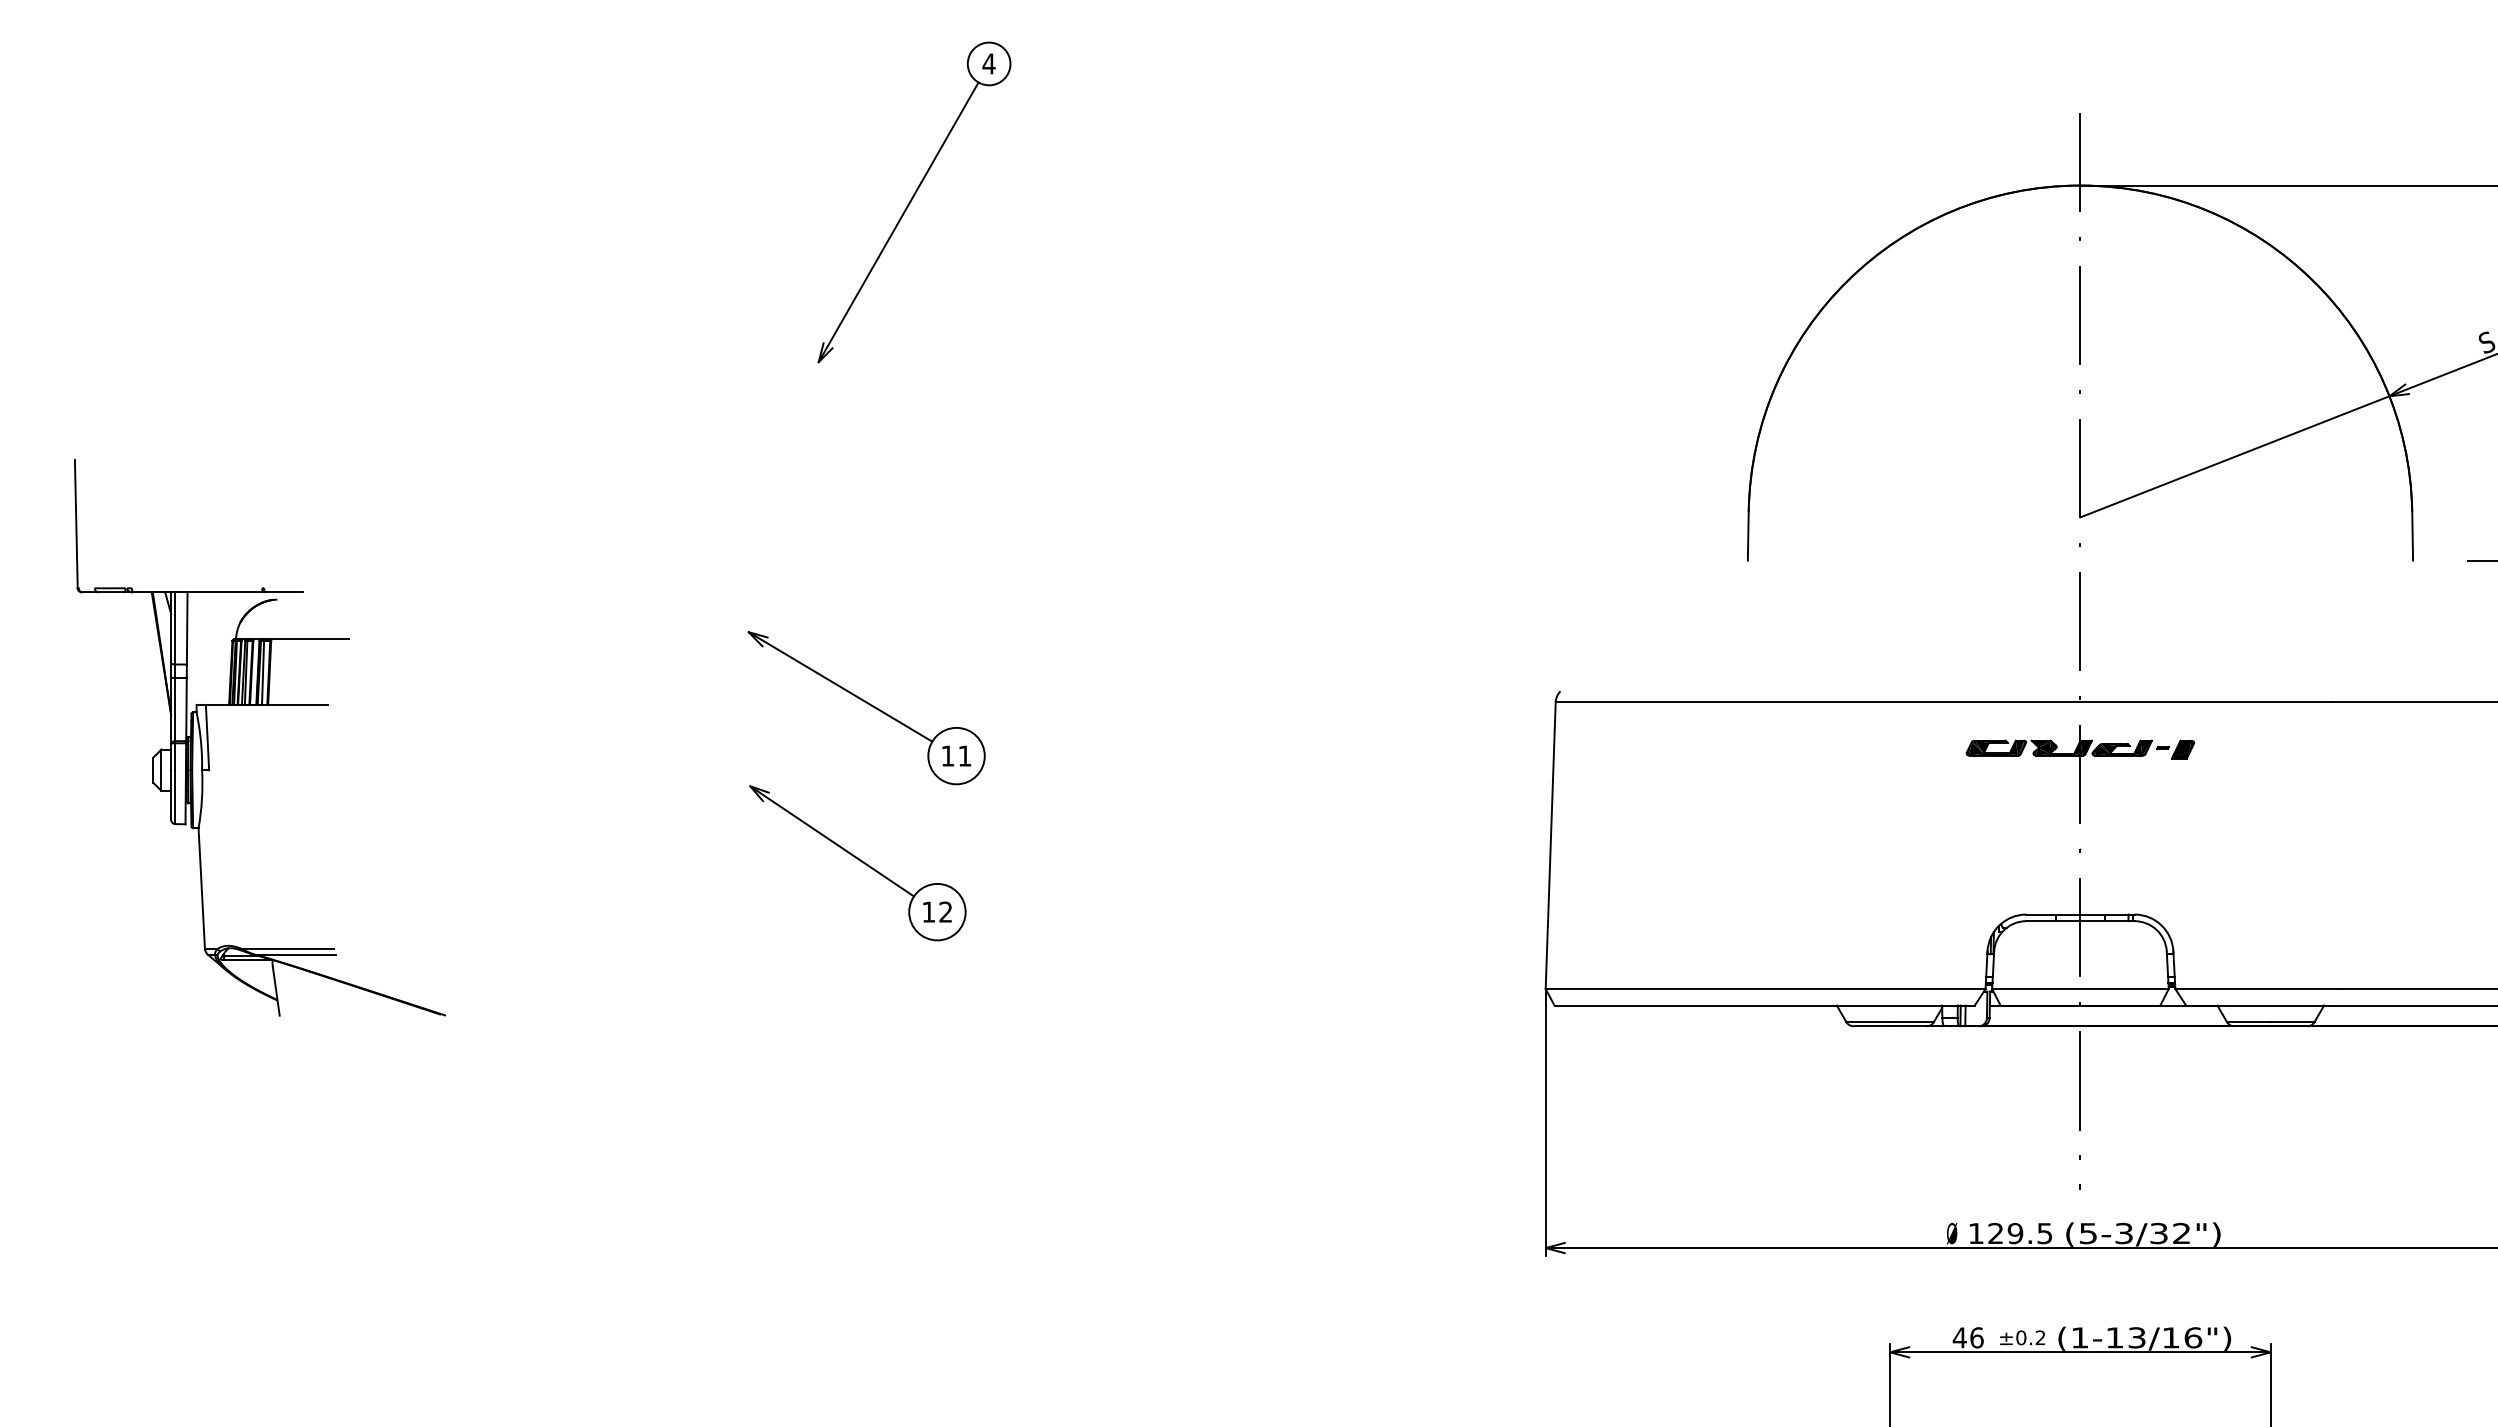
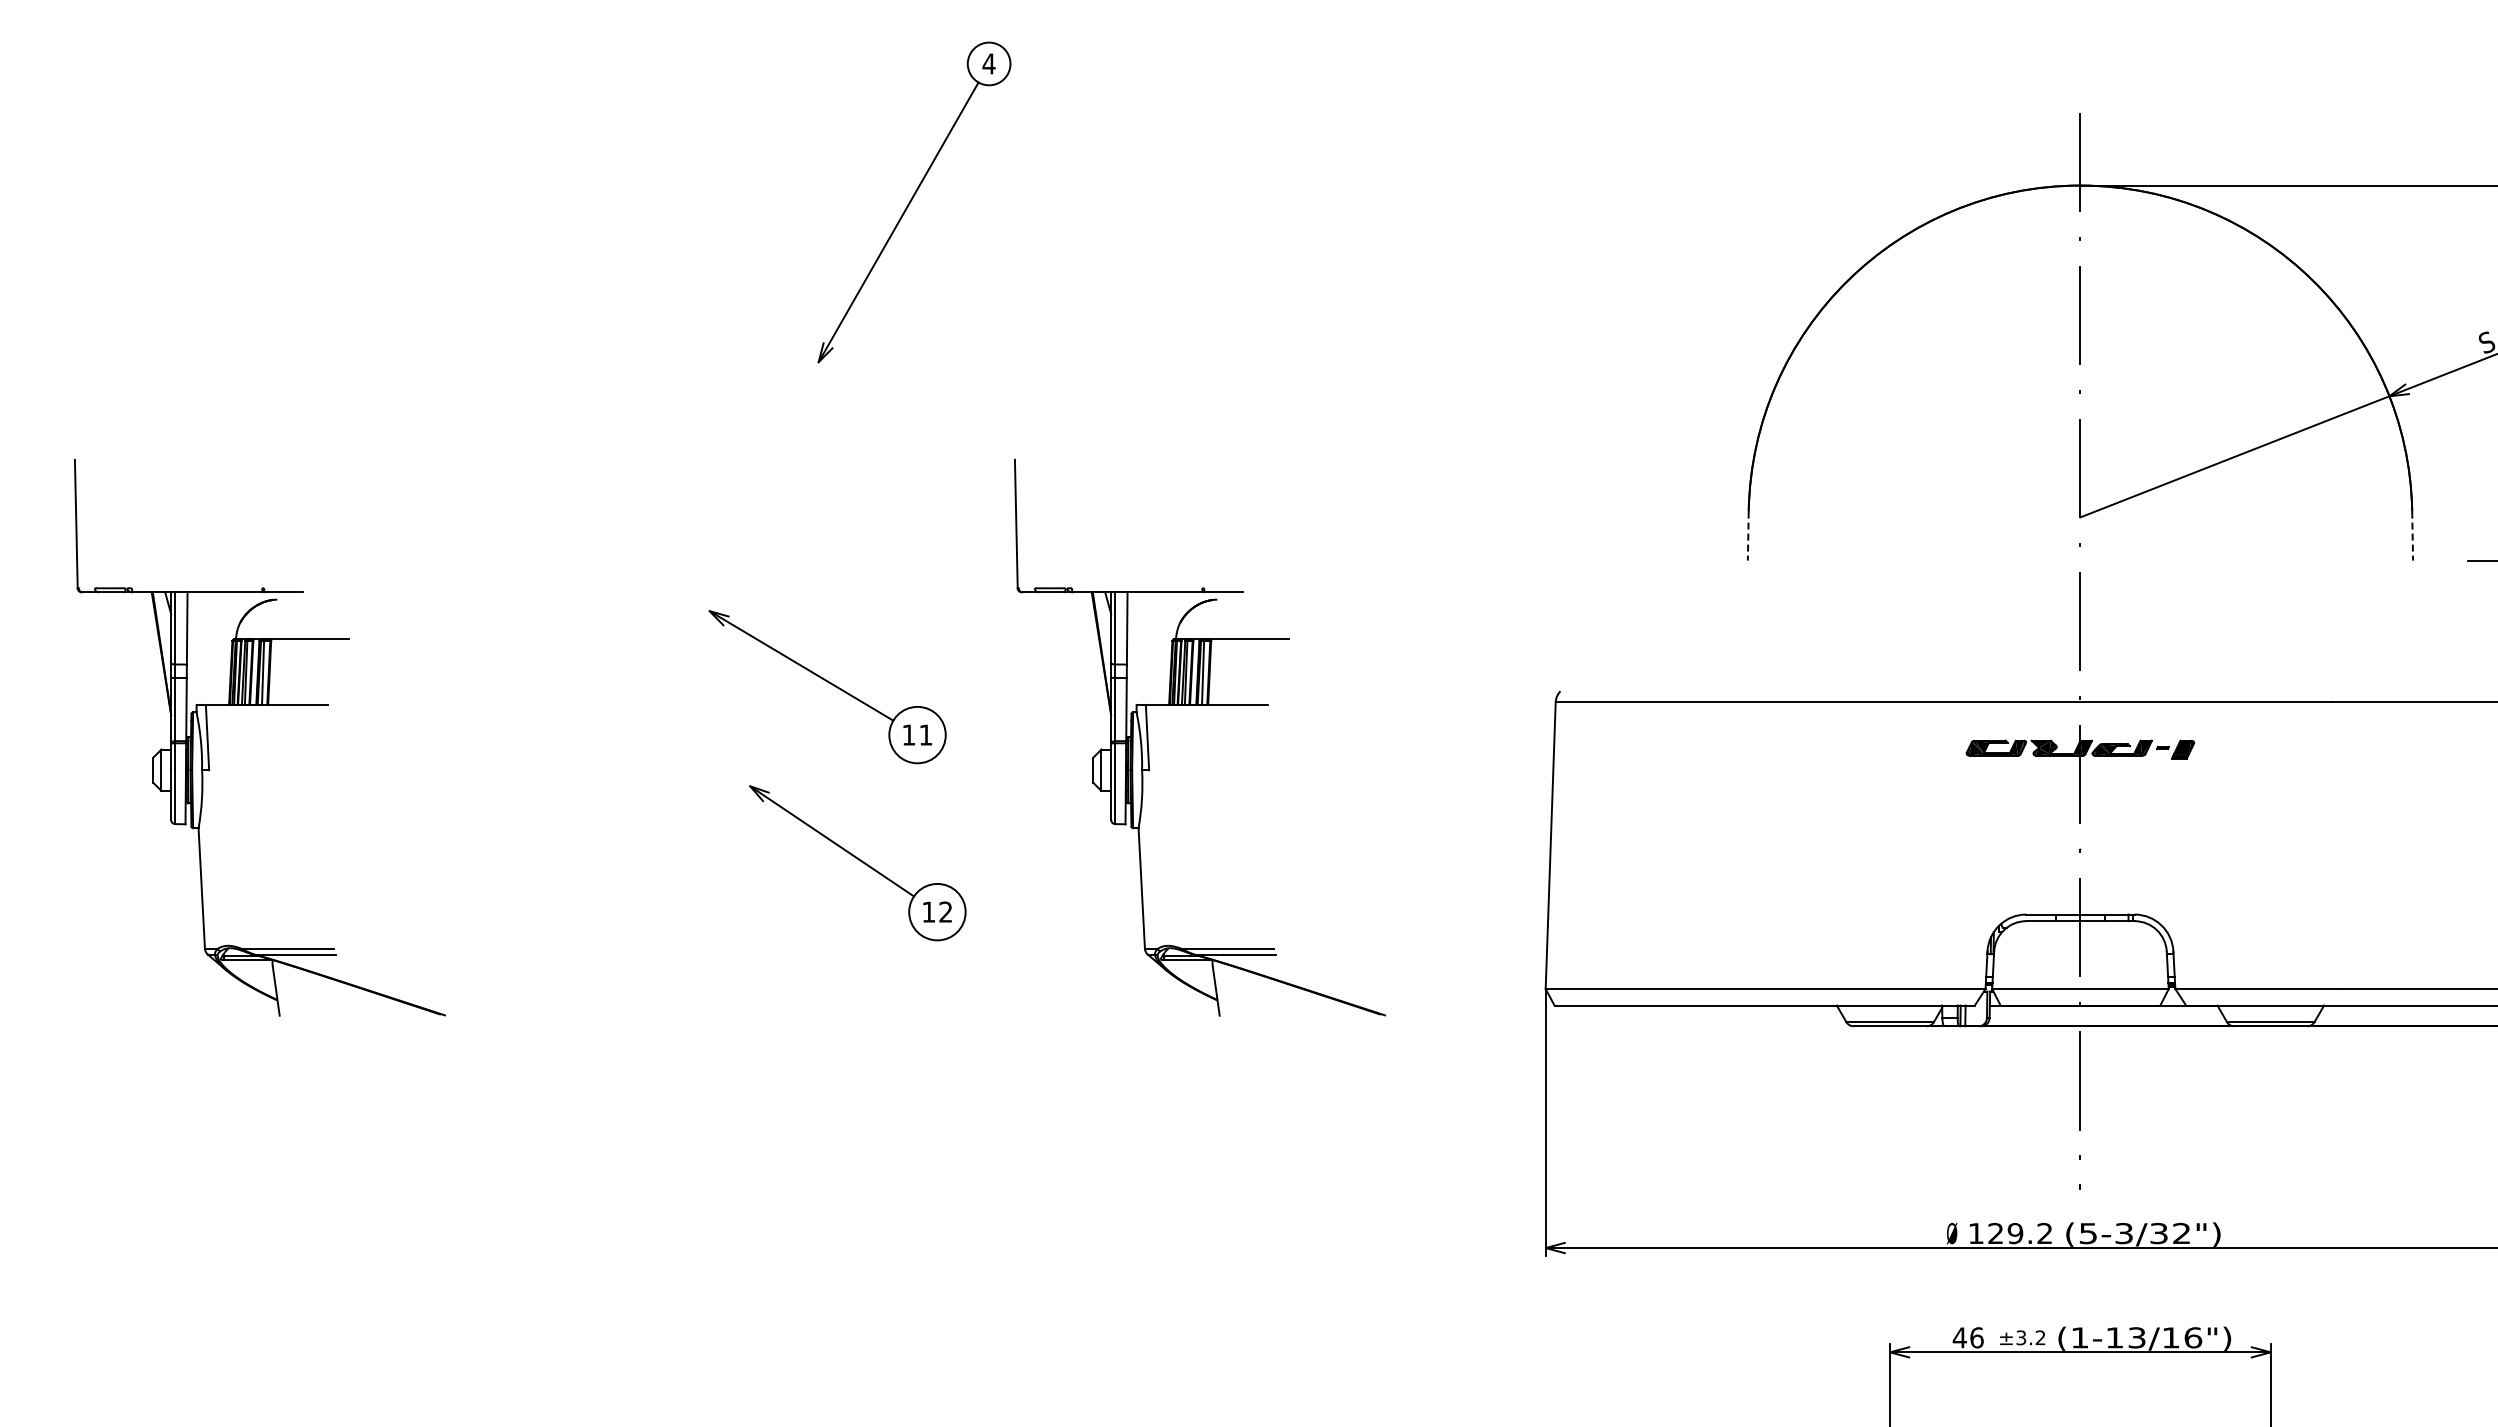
line at (1748, 536): solid -> dashed
line at (2412, 536): solid -> dashed
part at (1199, 705): none -> present
part at (866, 708) position: (866, 708) -> (827, 687)
text at (2044, 1233): 129.5 -> 129.2
text at (2021, 1337): ±0.2 -> ±3.2
